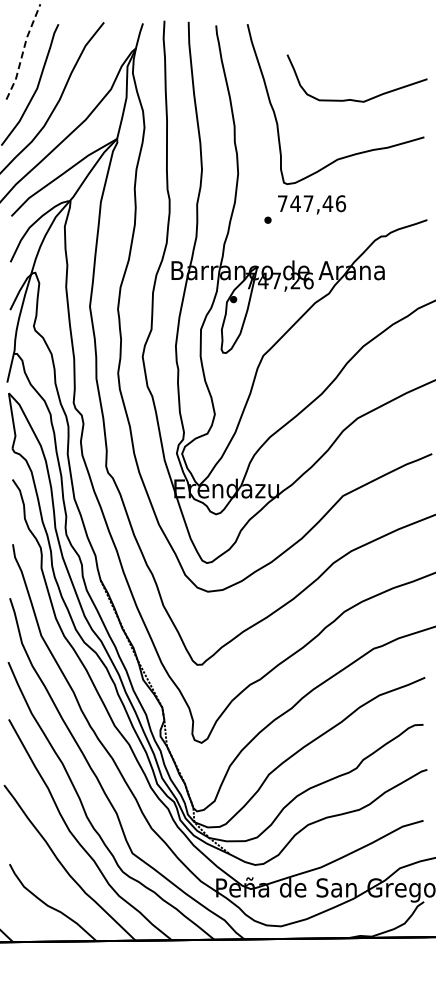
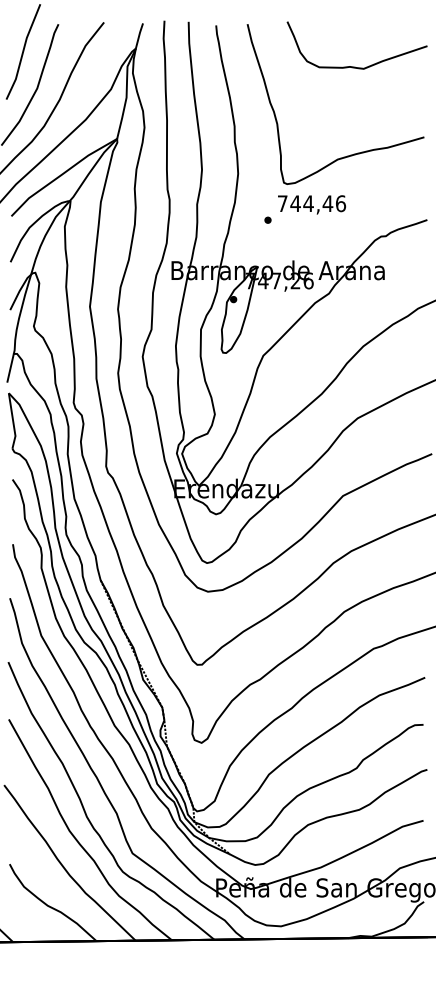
line at (23, 51): dashed -> solid
curve at (355, 99) position: (355, 99) -> (355, 66)
text at (308, 203): 747,46 -> 744,46
